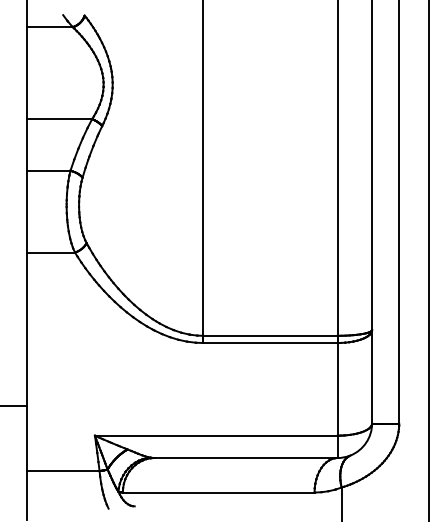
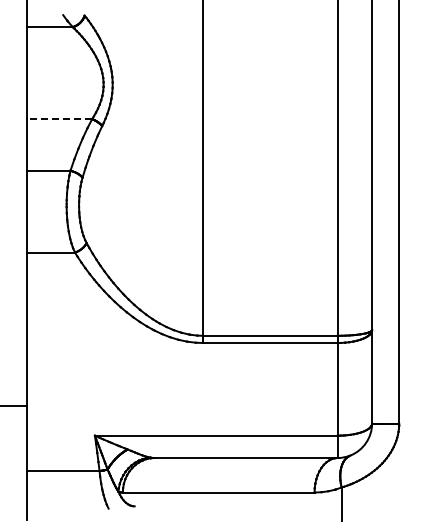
line at (59, 119): solid -> dashed
line at (428, 260): present -> none
